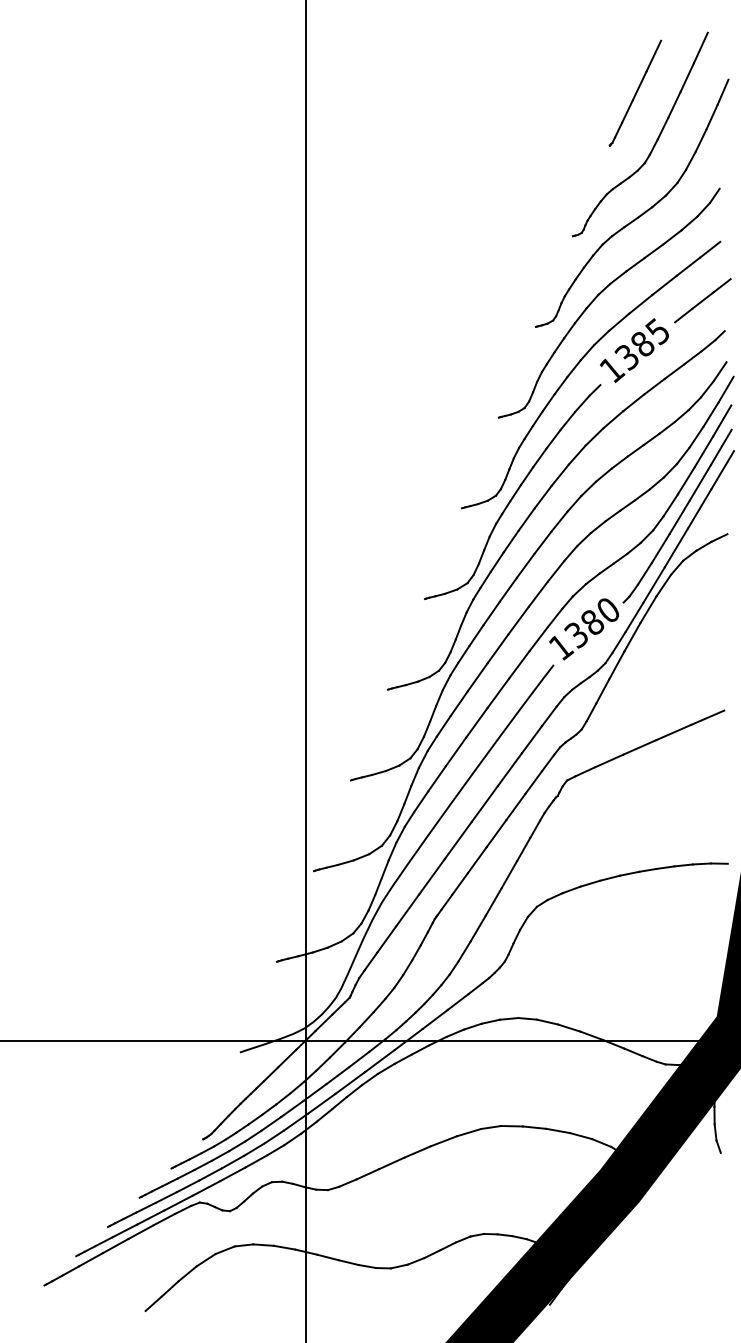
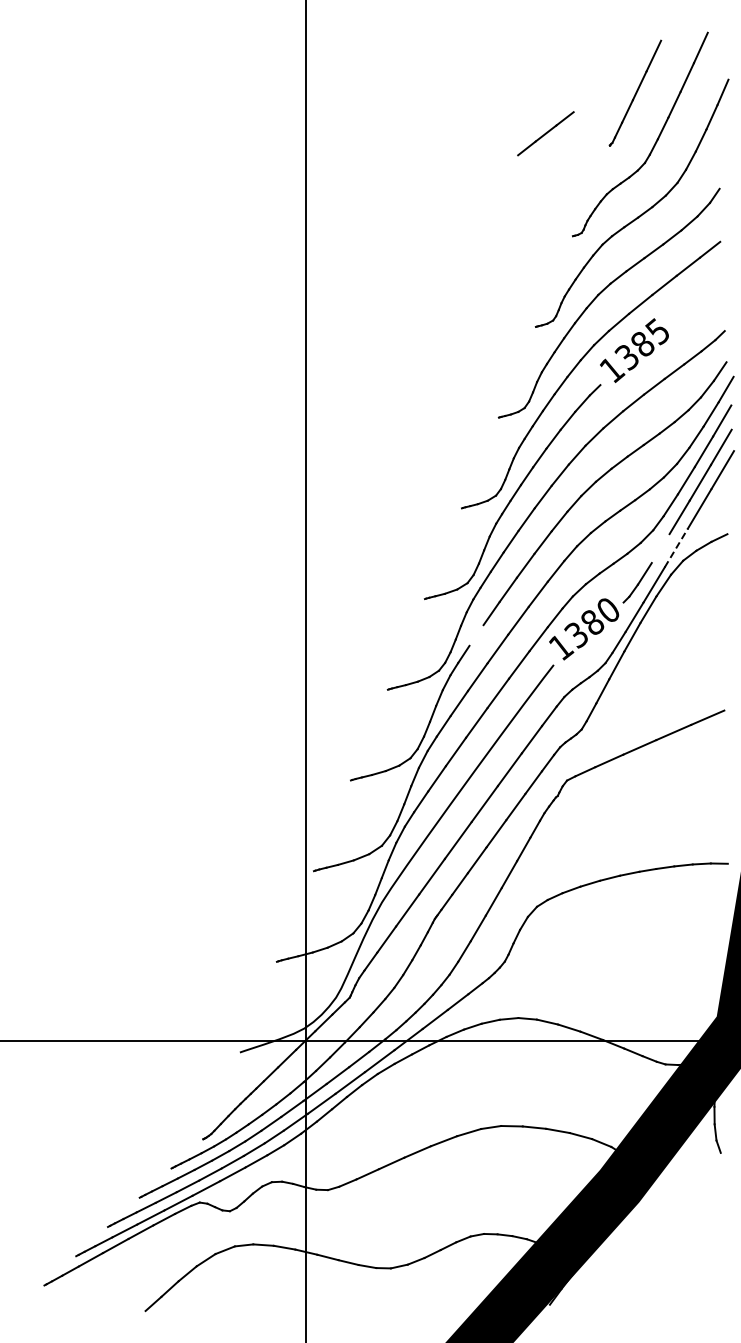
line at (702, 300) position: (702, 300) -> (545, 133)
line at (676, 547): solid -> dashed
line at (660, 548): present -> none
line at (476, 635): present -> none
